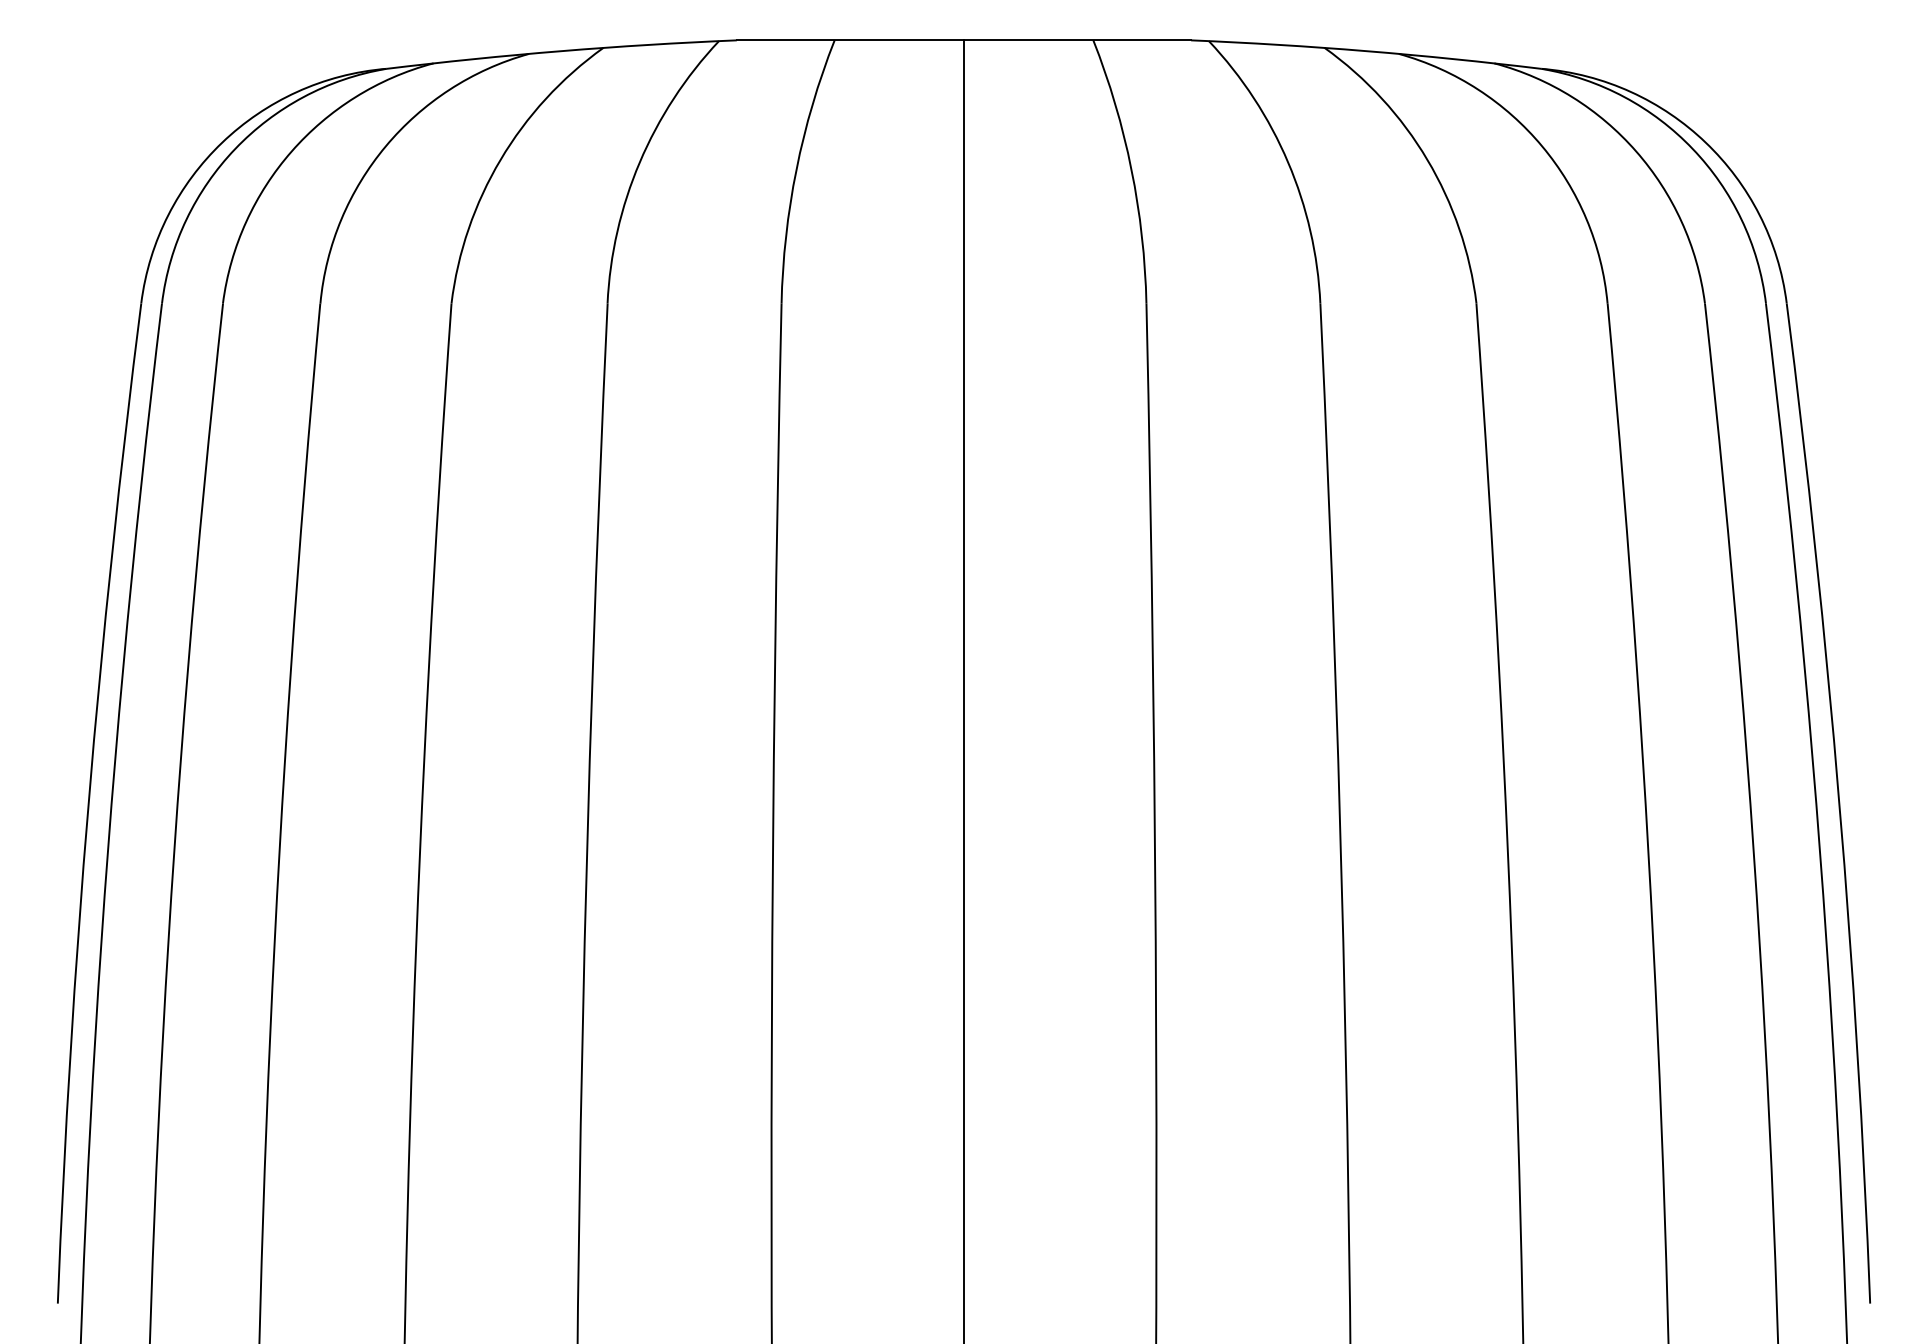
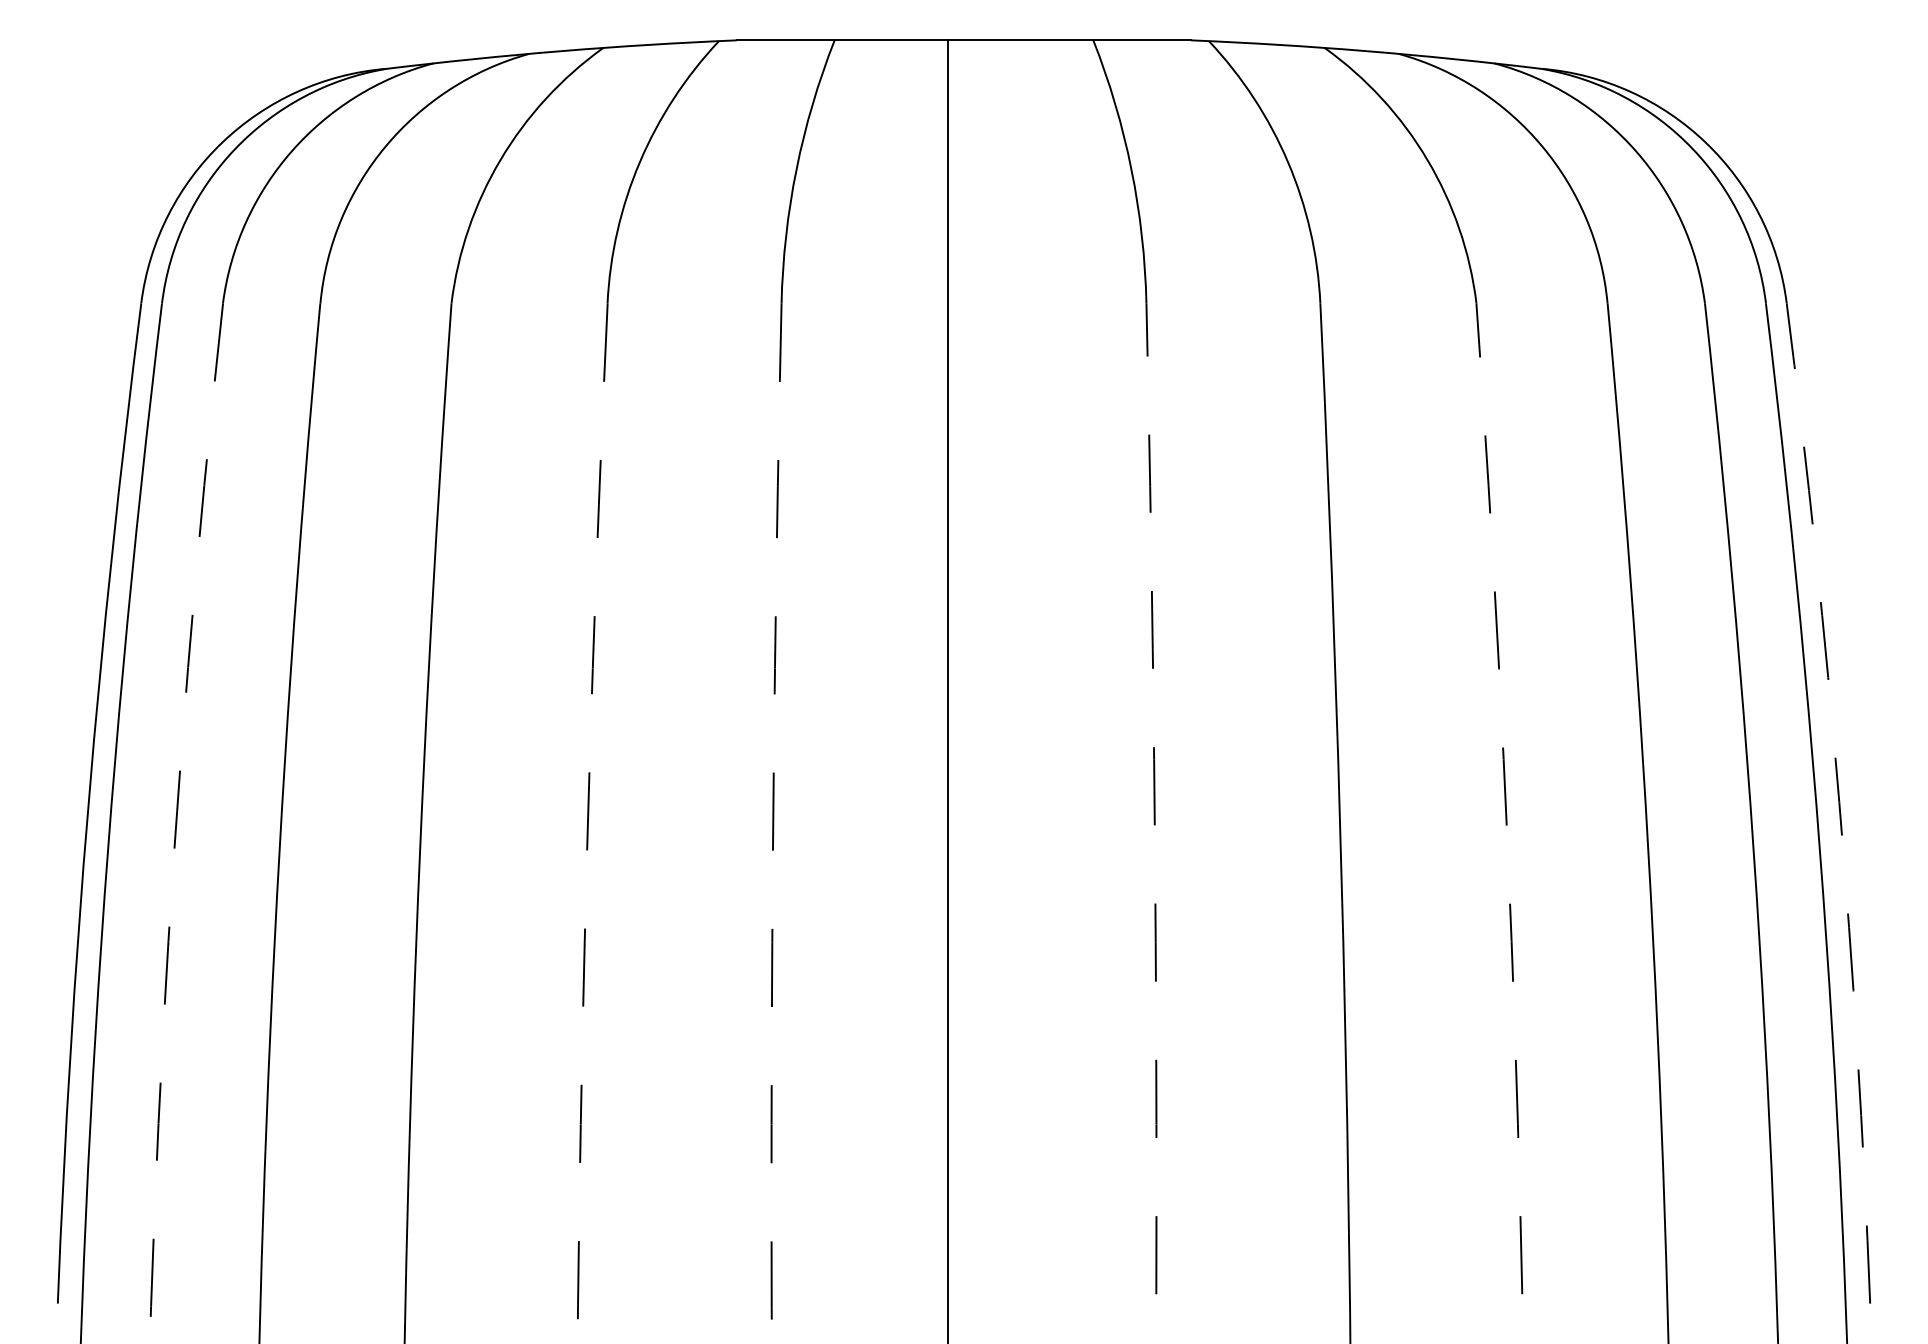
line at (963, 690) position: (963, 690) -> (947, 690)
arc at (1839, 802): solid -> dashed
arc at (1506, 823): solid -> dashed
arc at (176, 824): solid -> dashed
arc at (587, 824): solid -> dashed
arc at (773, 824): solid -> dashed
arc at (1154, 824): solid -> dashed
